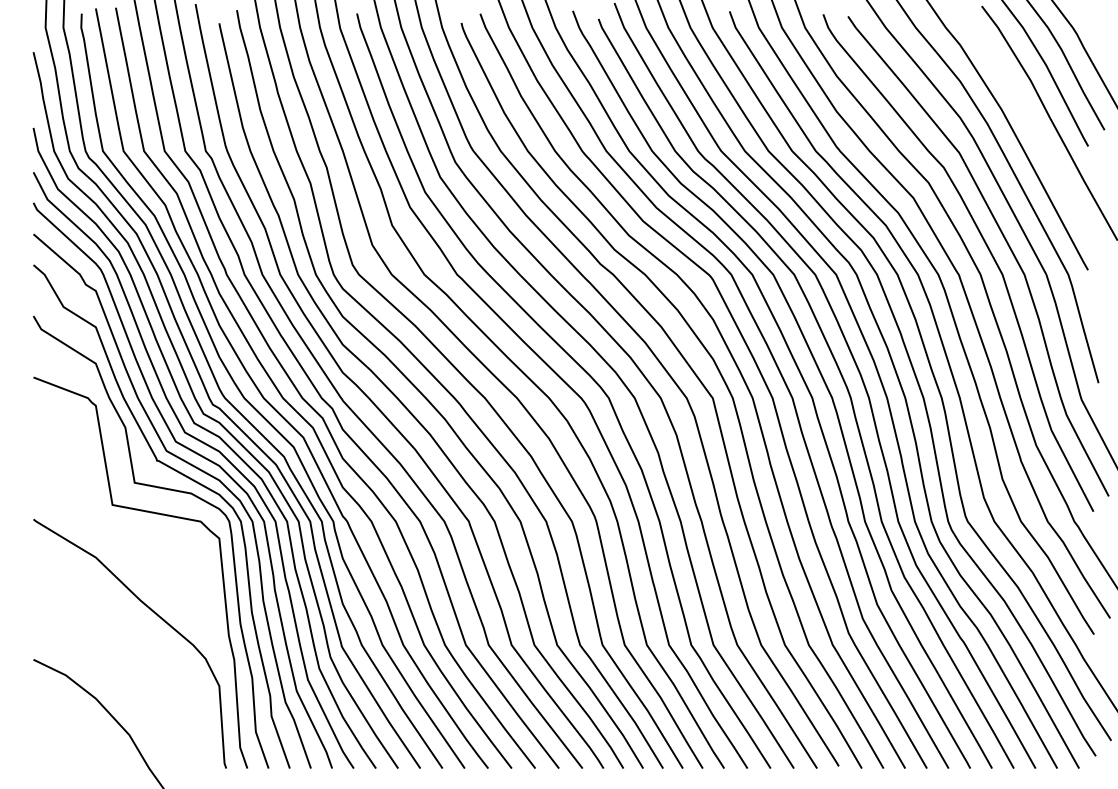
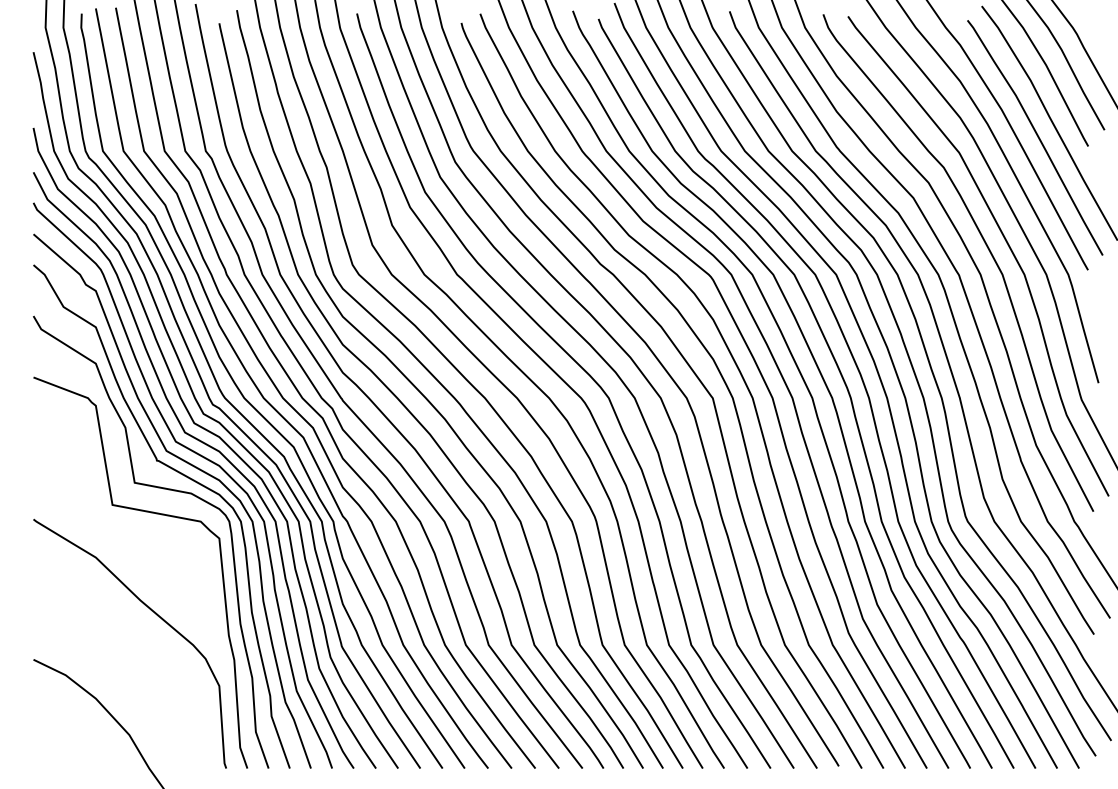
curve at (1037, 137): none -> present
